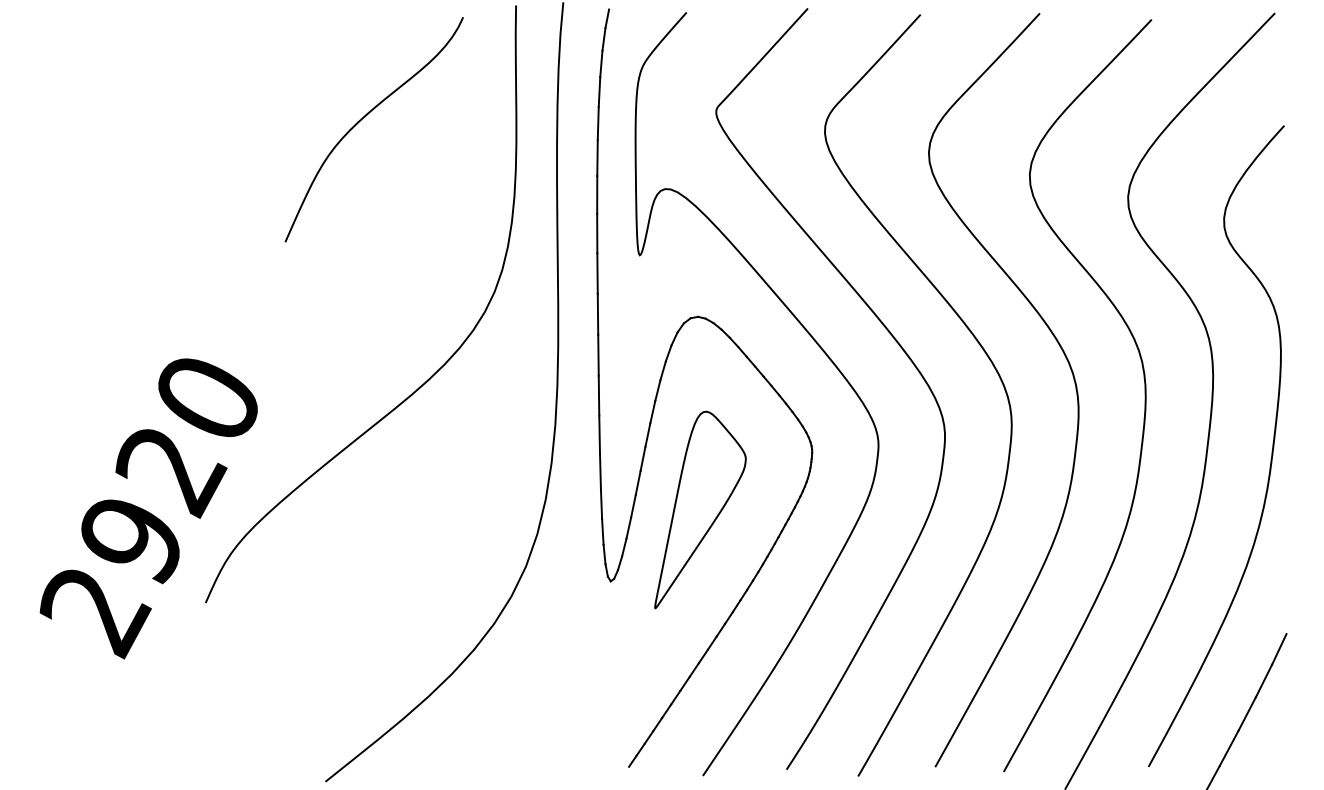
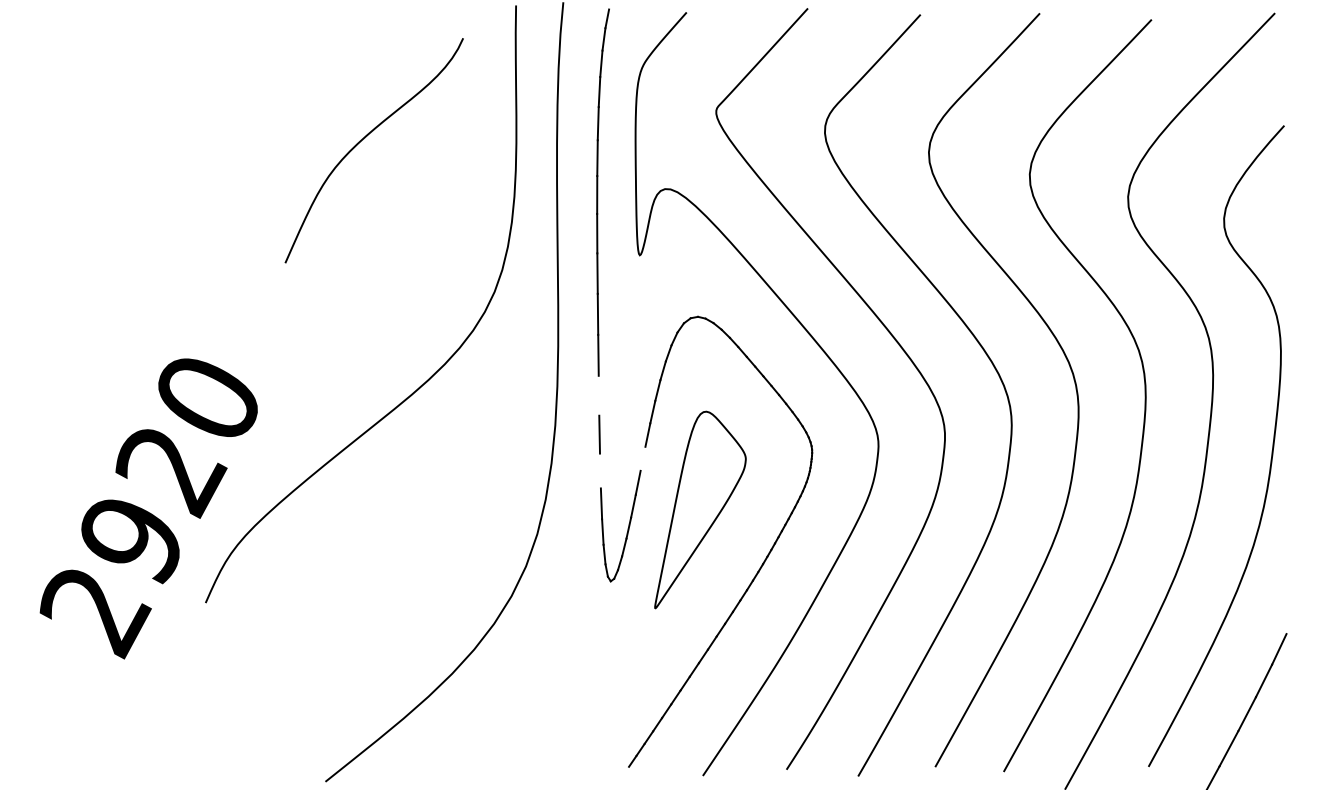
curve at (365, 117) position: (365, 117) -> (365, 138)
line at (598, 395): present -> none
line at (642, 458): present -> none
line at (600, 470): present -> none
